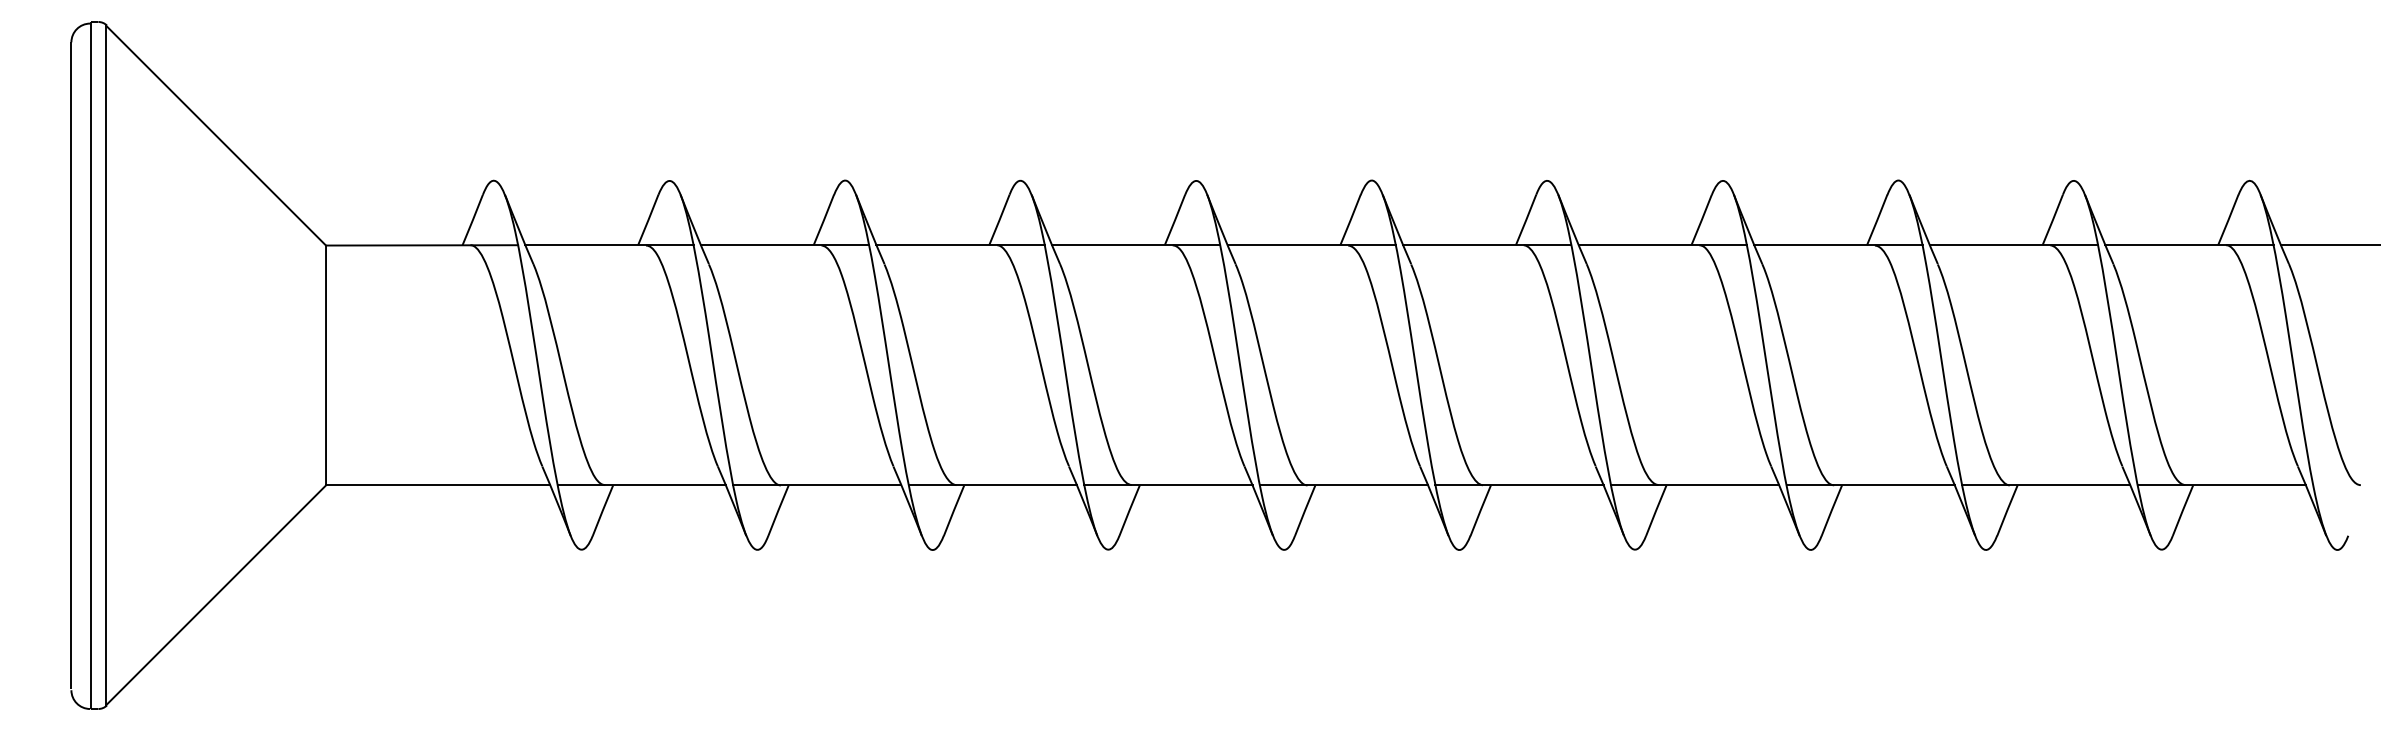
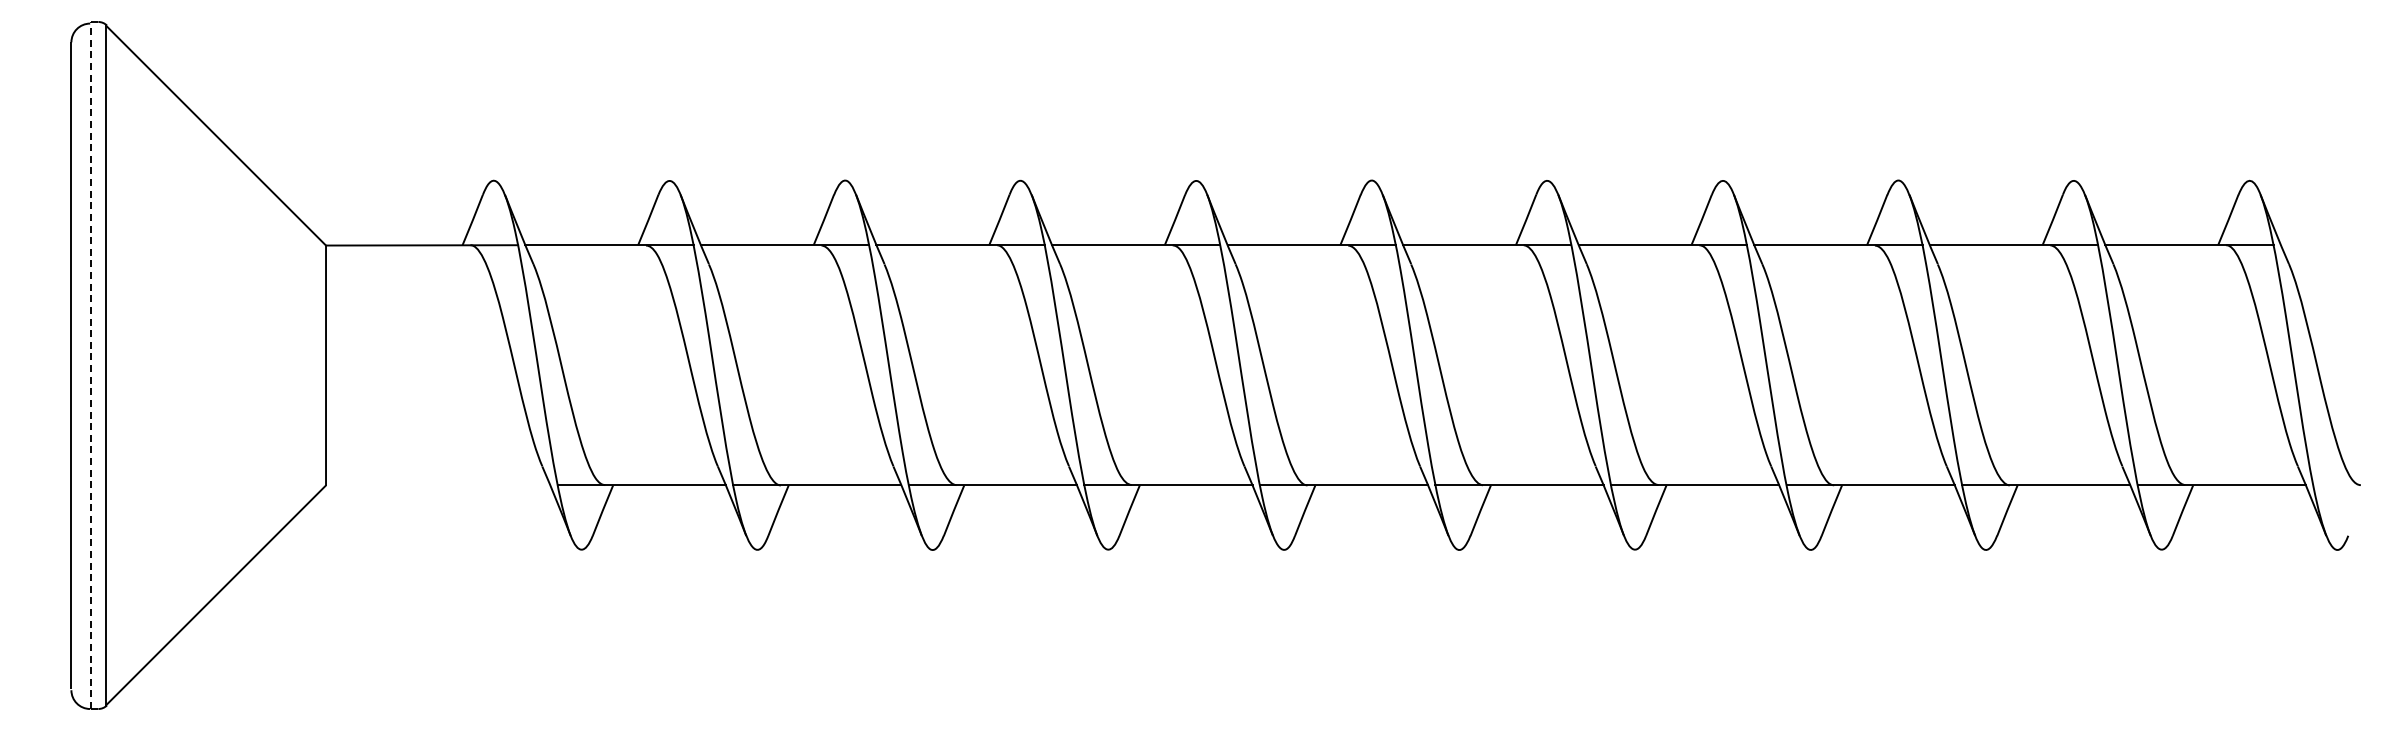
line at (2328, 245): present -> none
line at (91, 365): solid -> dashed
line at (438, 485): present -> none
